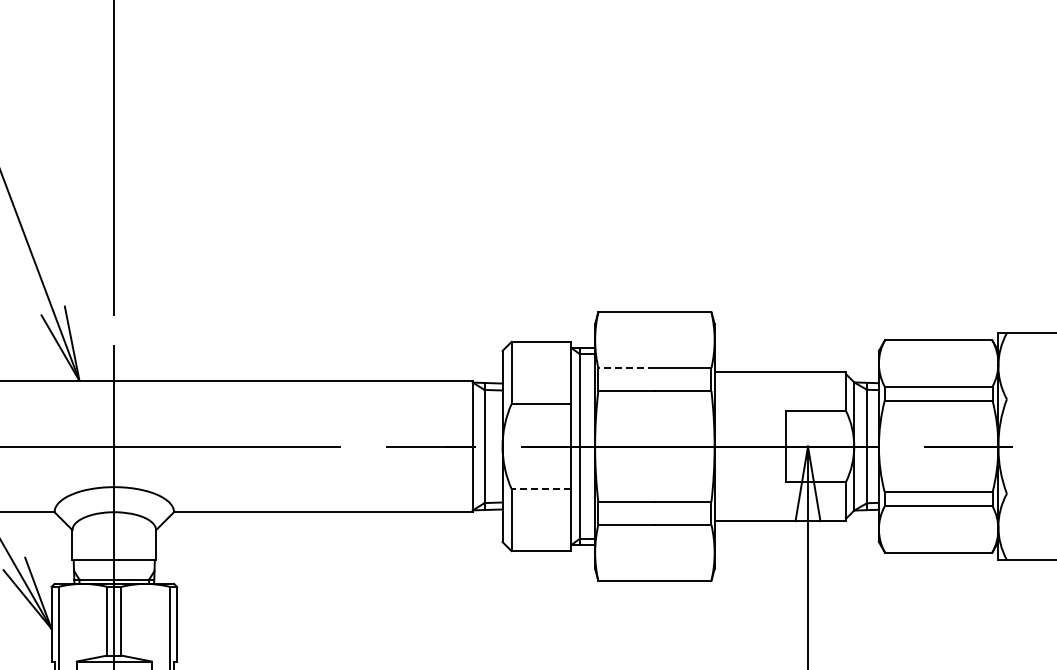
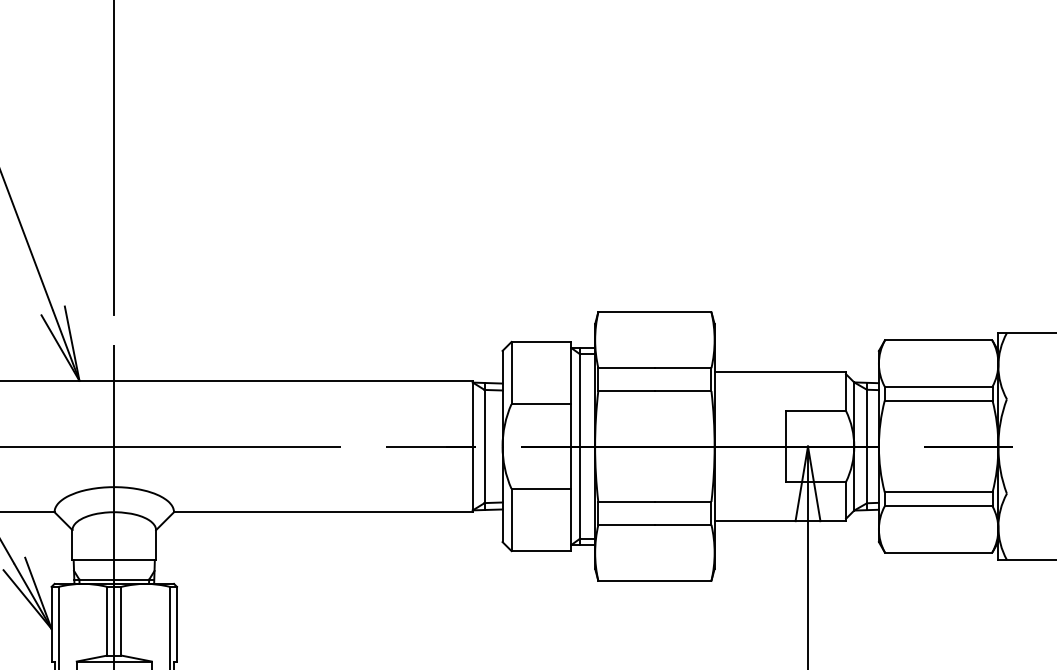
line at (626, 368): dashed -> solid
line at (541, 488): dashed -> solid
